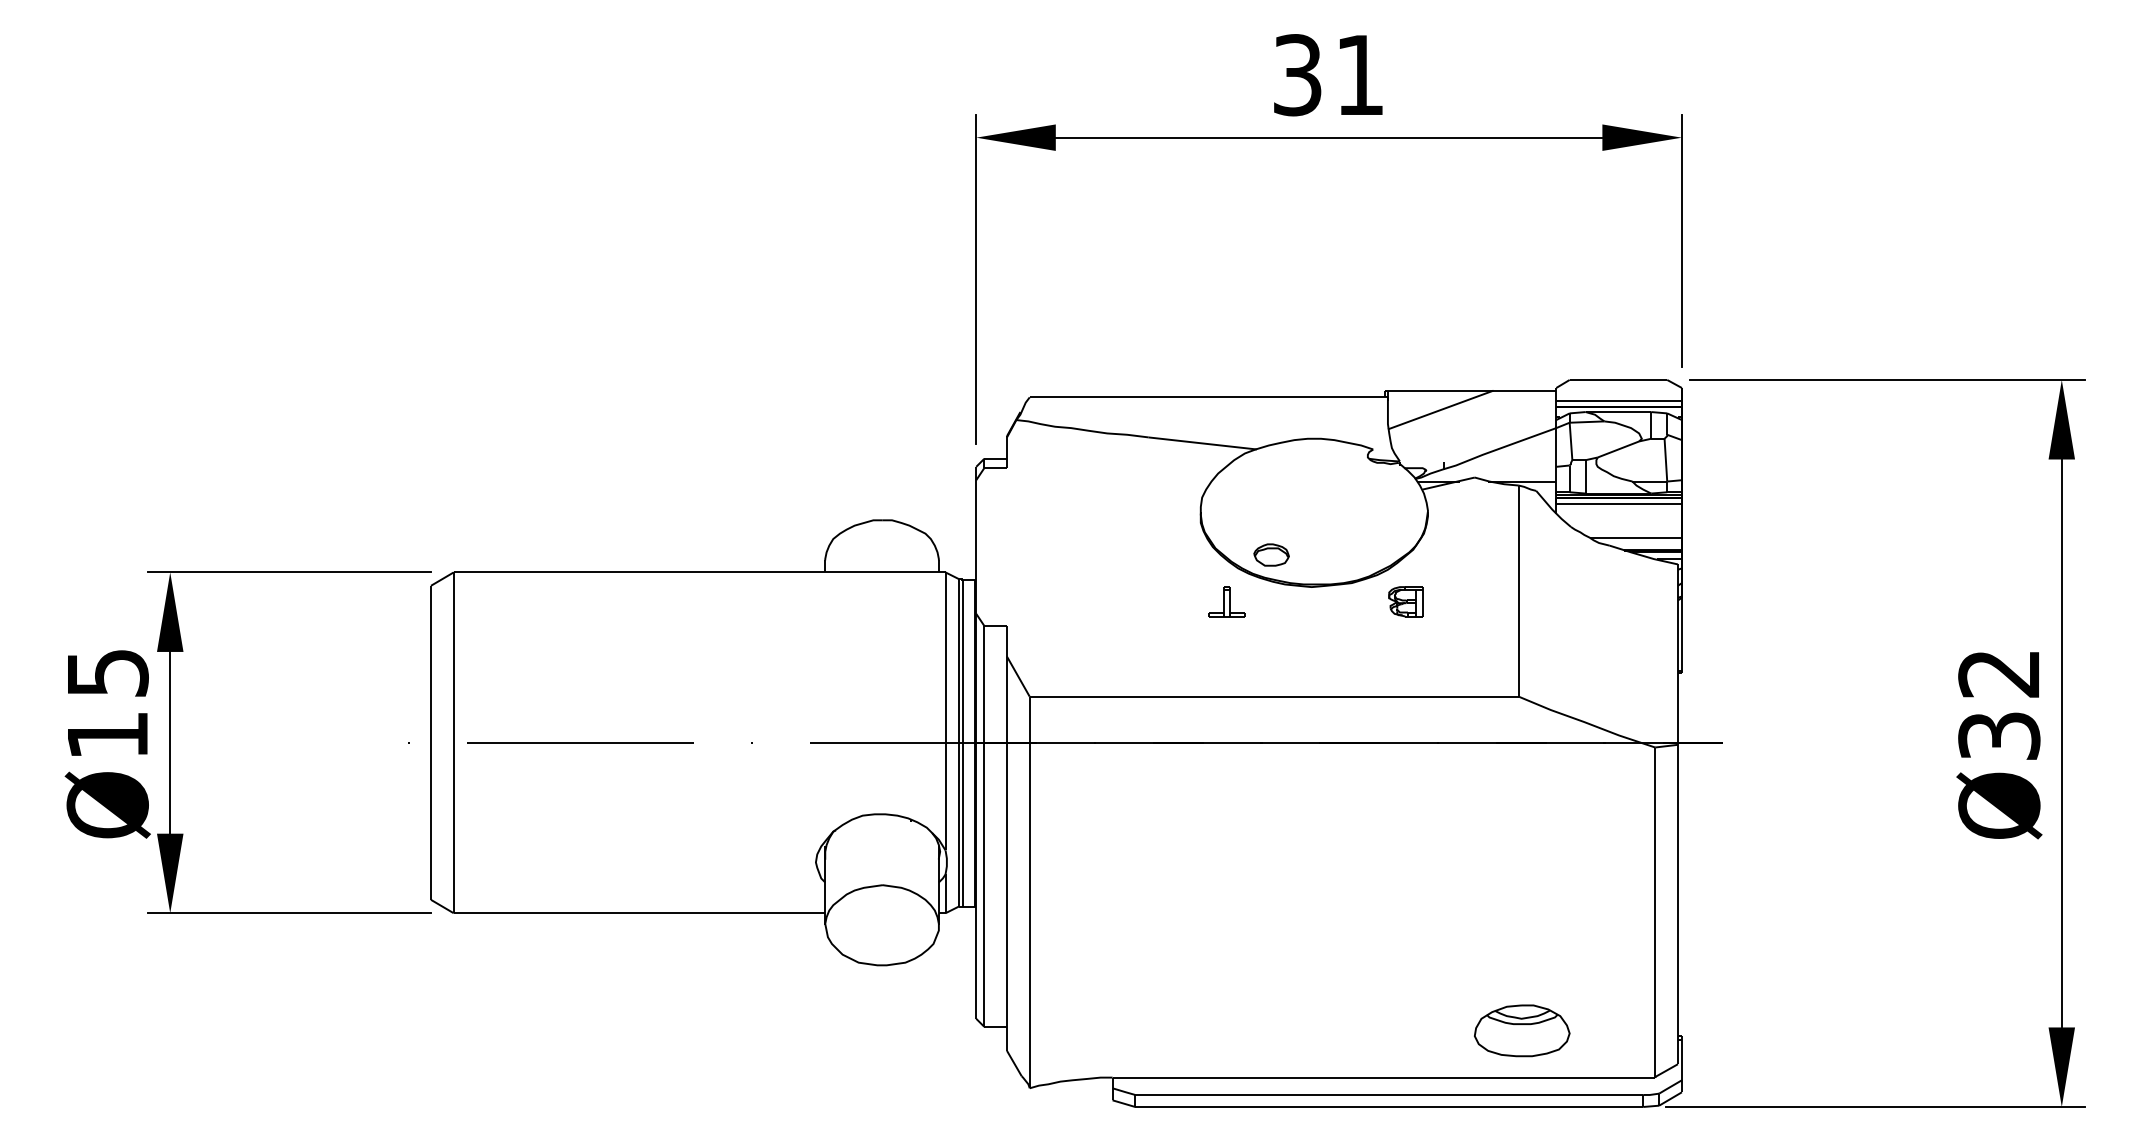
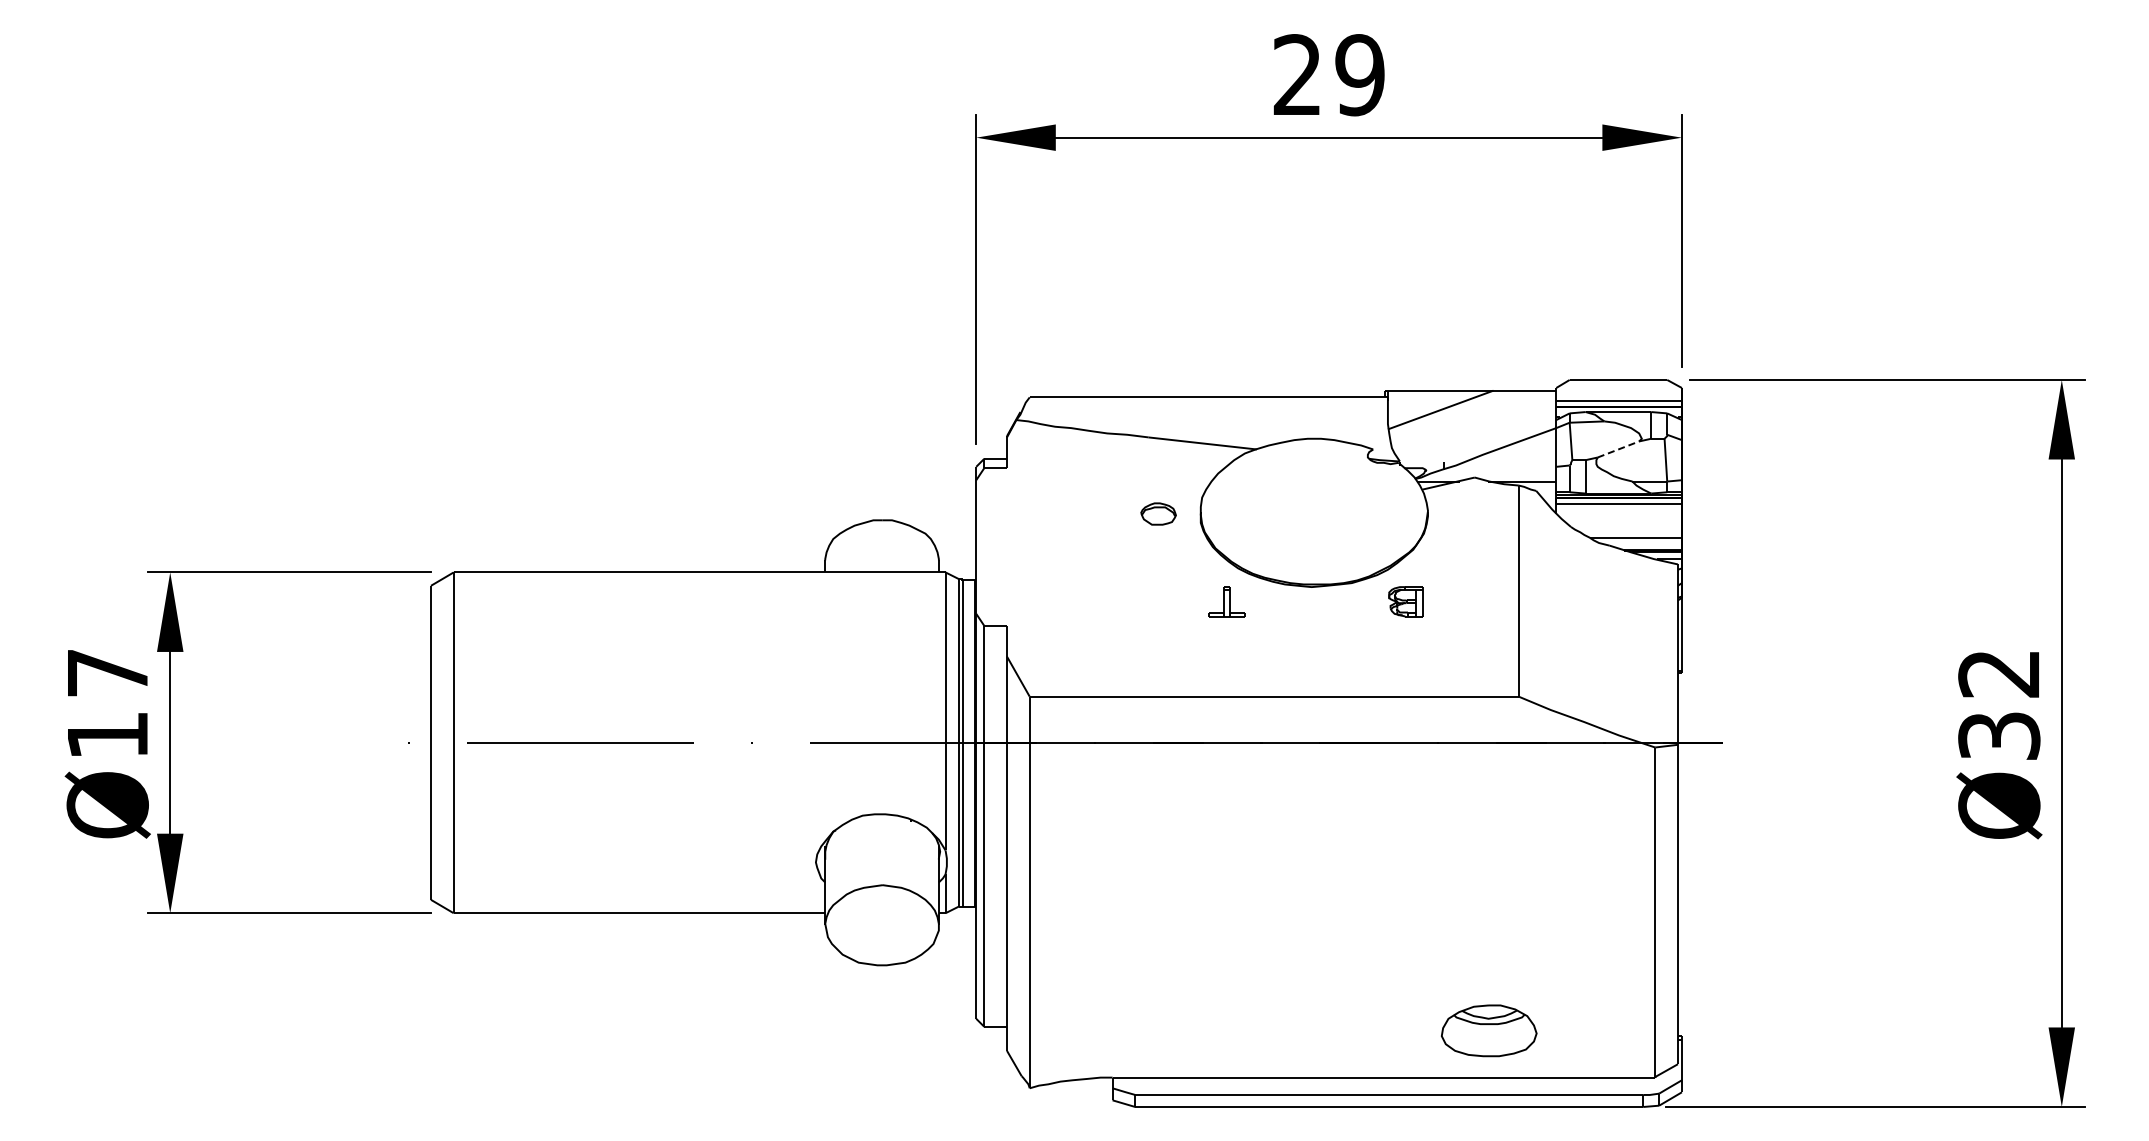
text at (1328, 75): 31 -> 29
line at (1618, 449): solid -> dashed
part at (1271, 554) position: (1271, 554) -> (1158, 513)
text at (108, 673): Ø15 -> Ø17
part at (1522, 1030) position: (1522, 1030) -> (1489, 1030)
